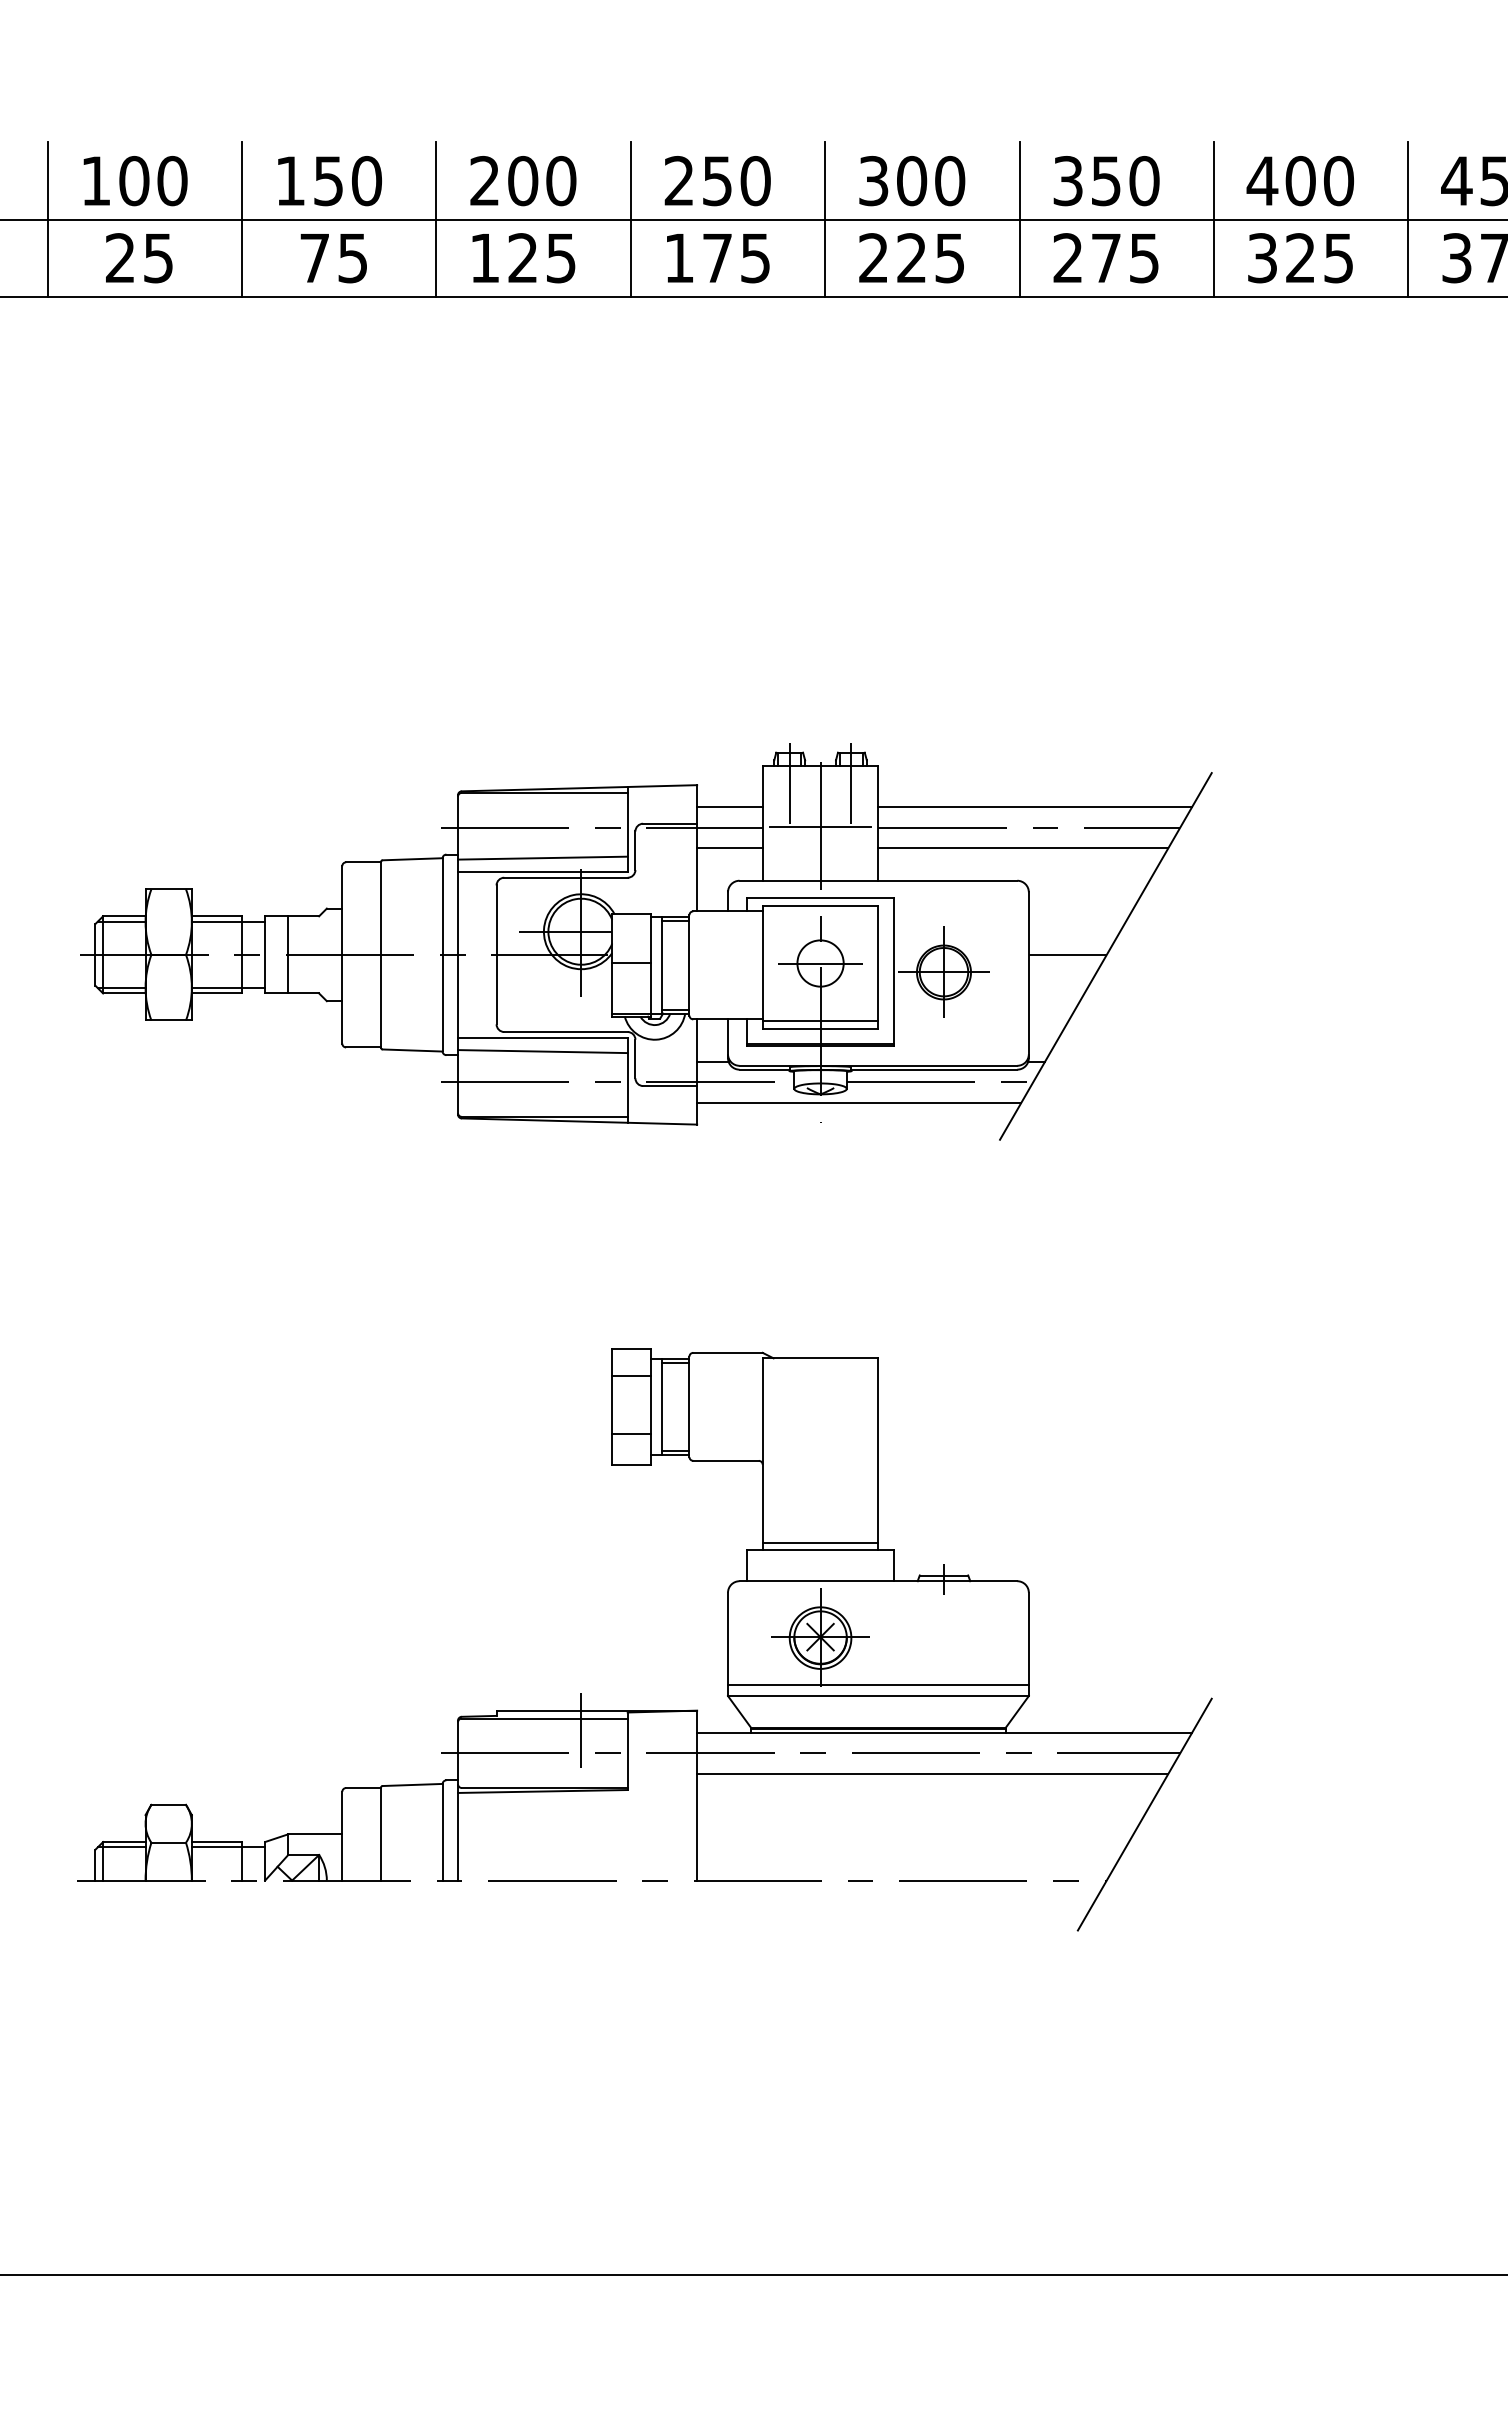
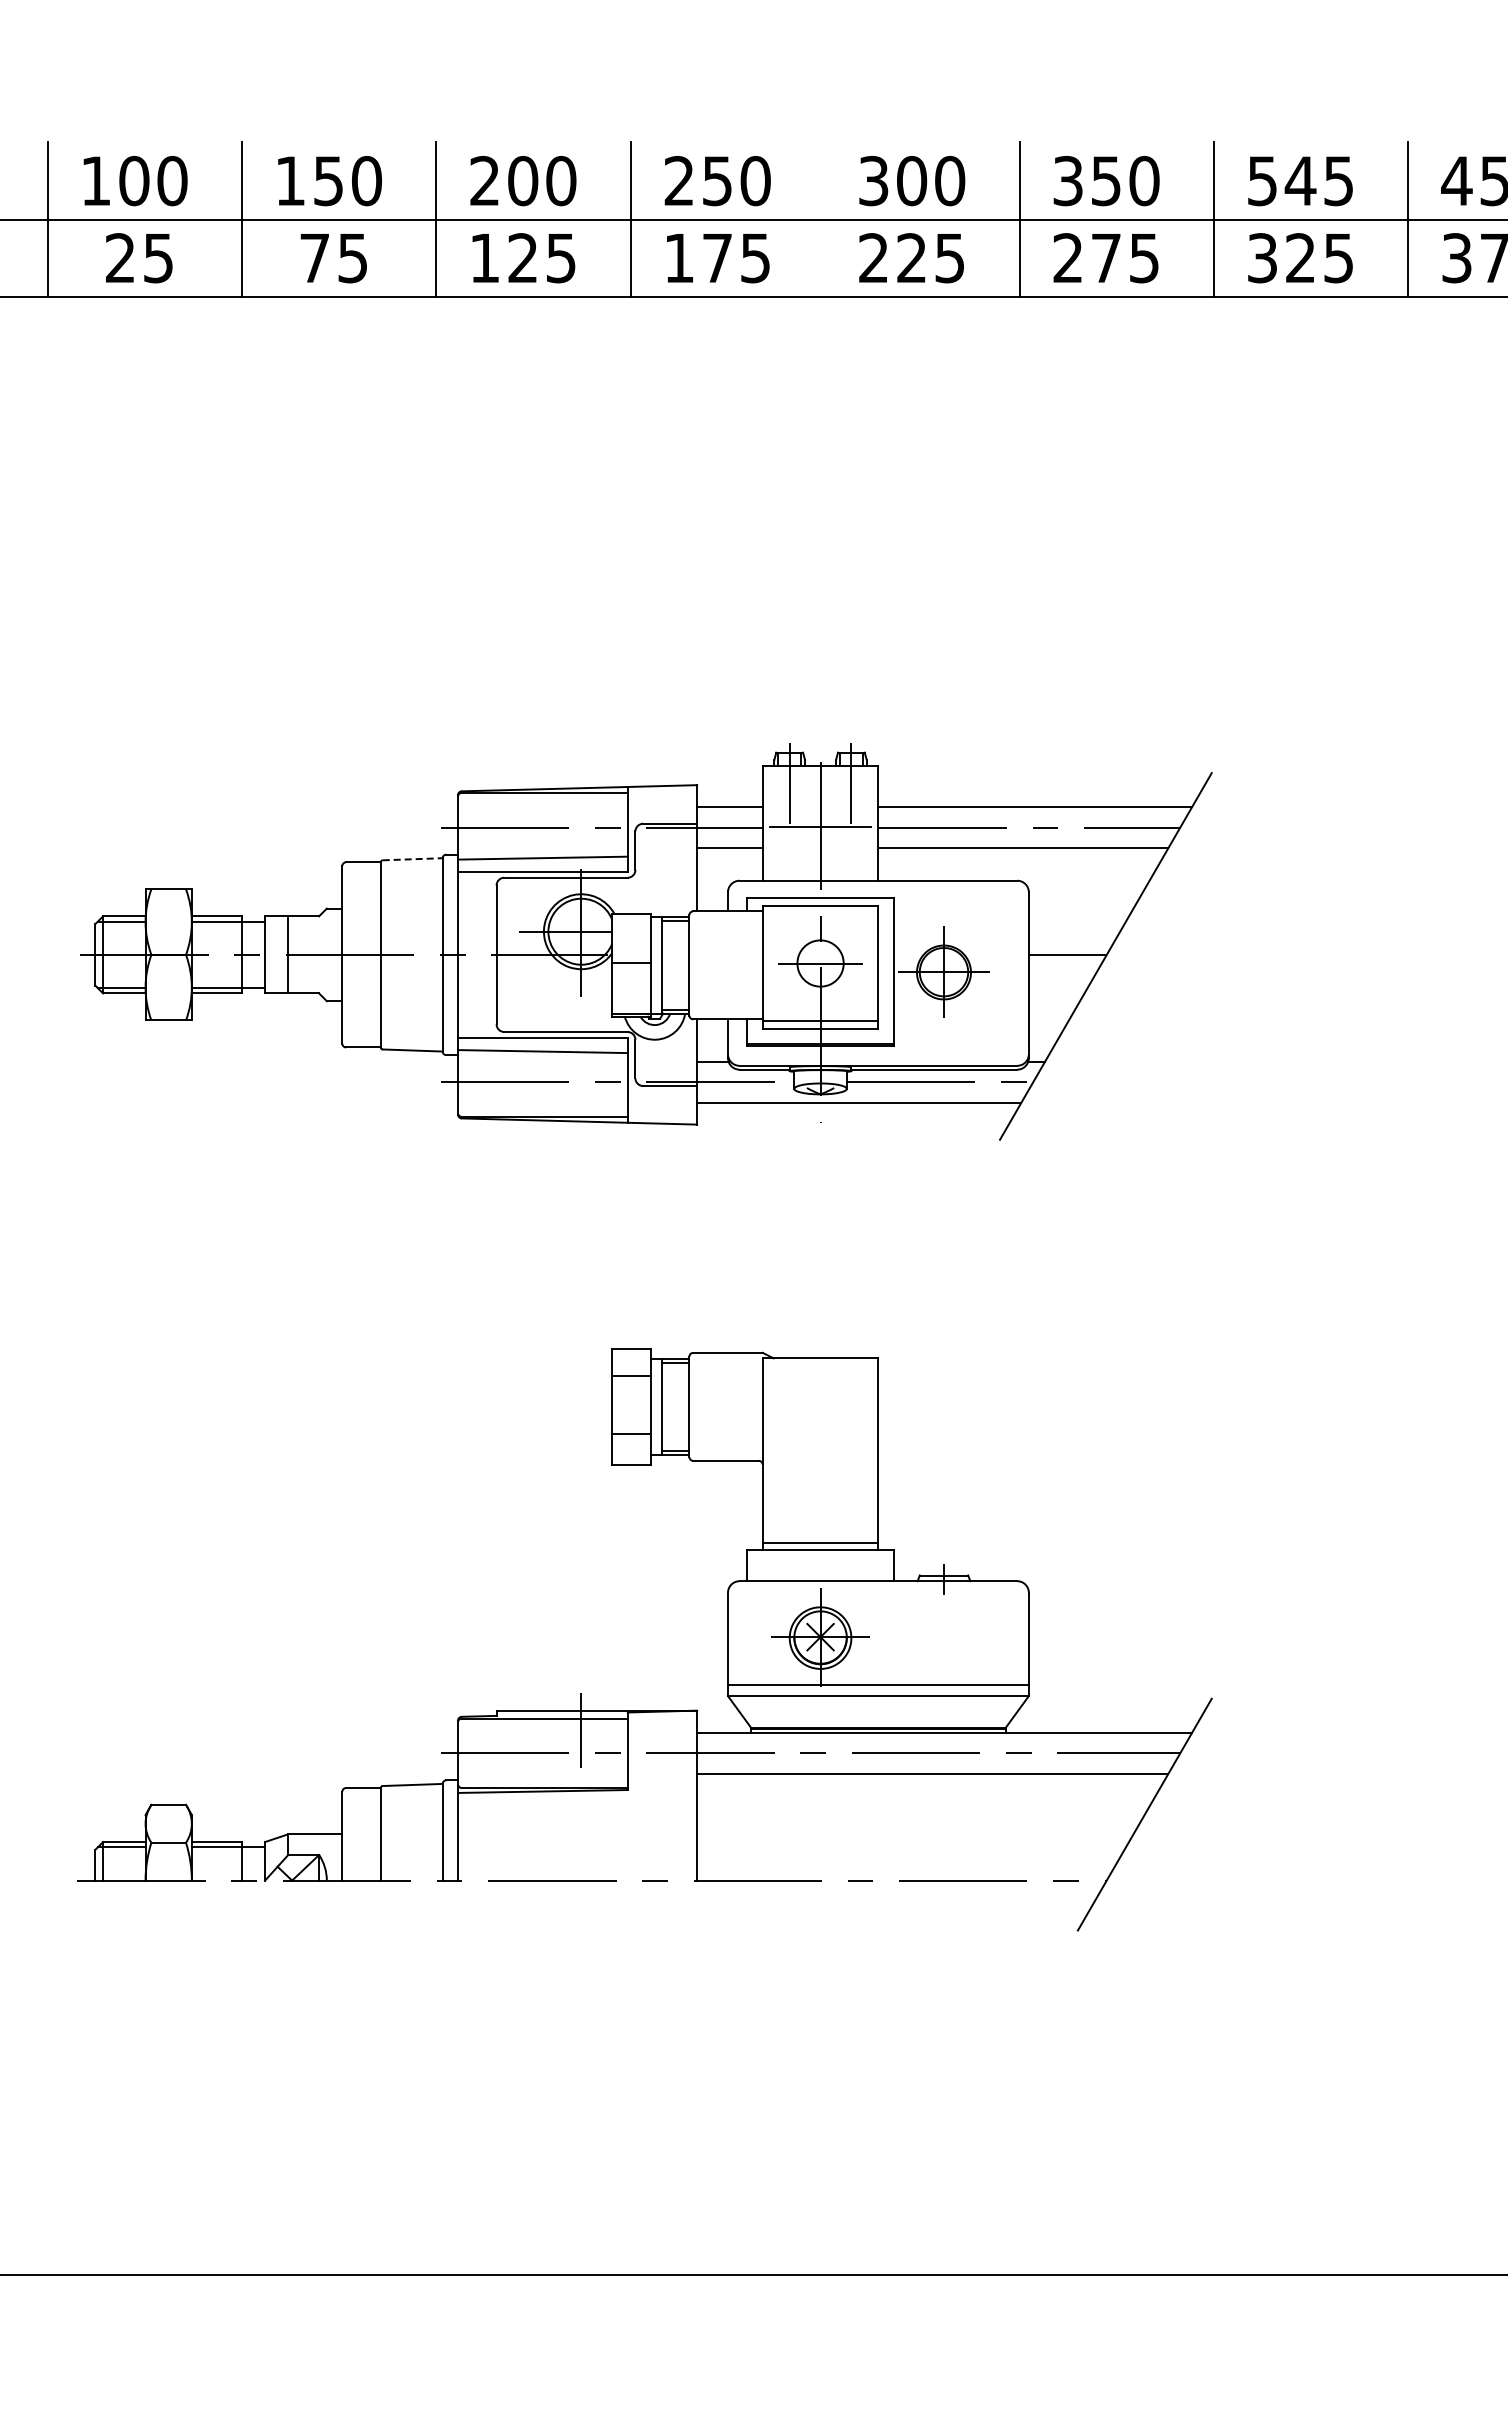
text at (1300, 181): 400 -> 545
line at (825, 219): present -> none
line at (412, 859): solid -> dashed
